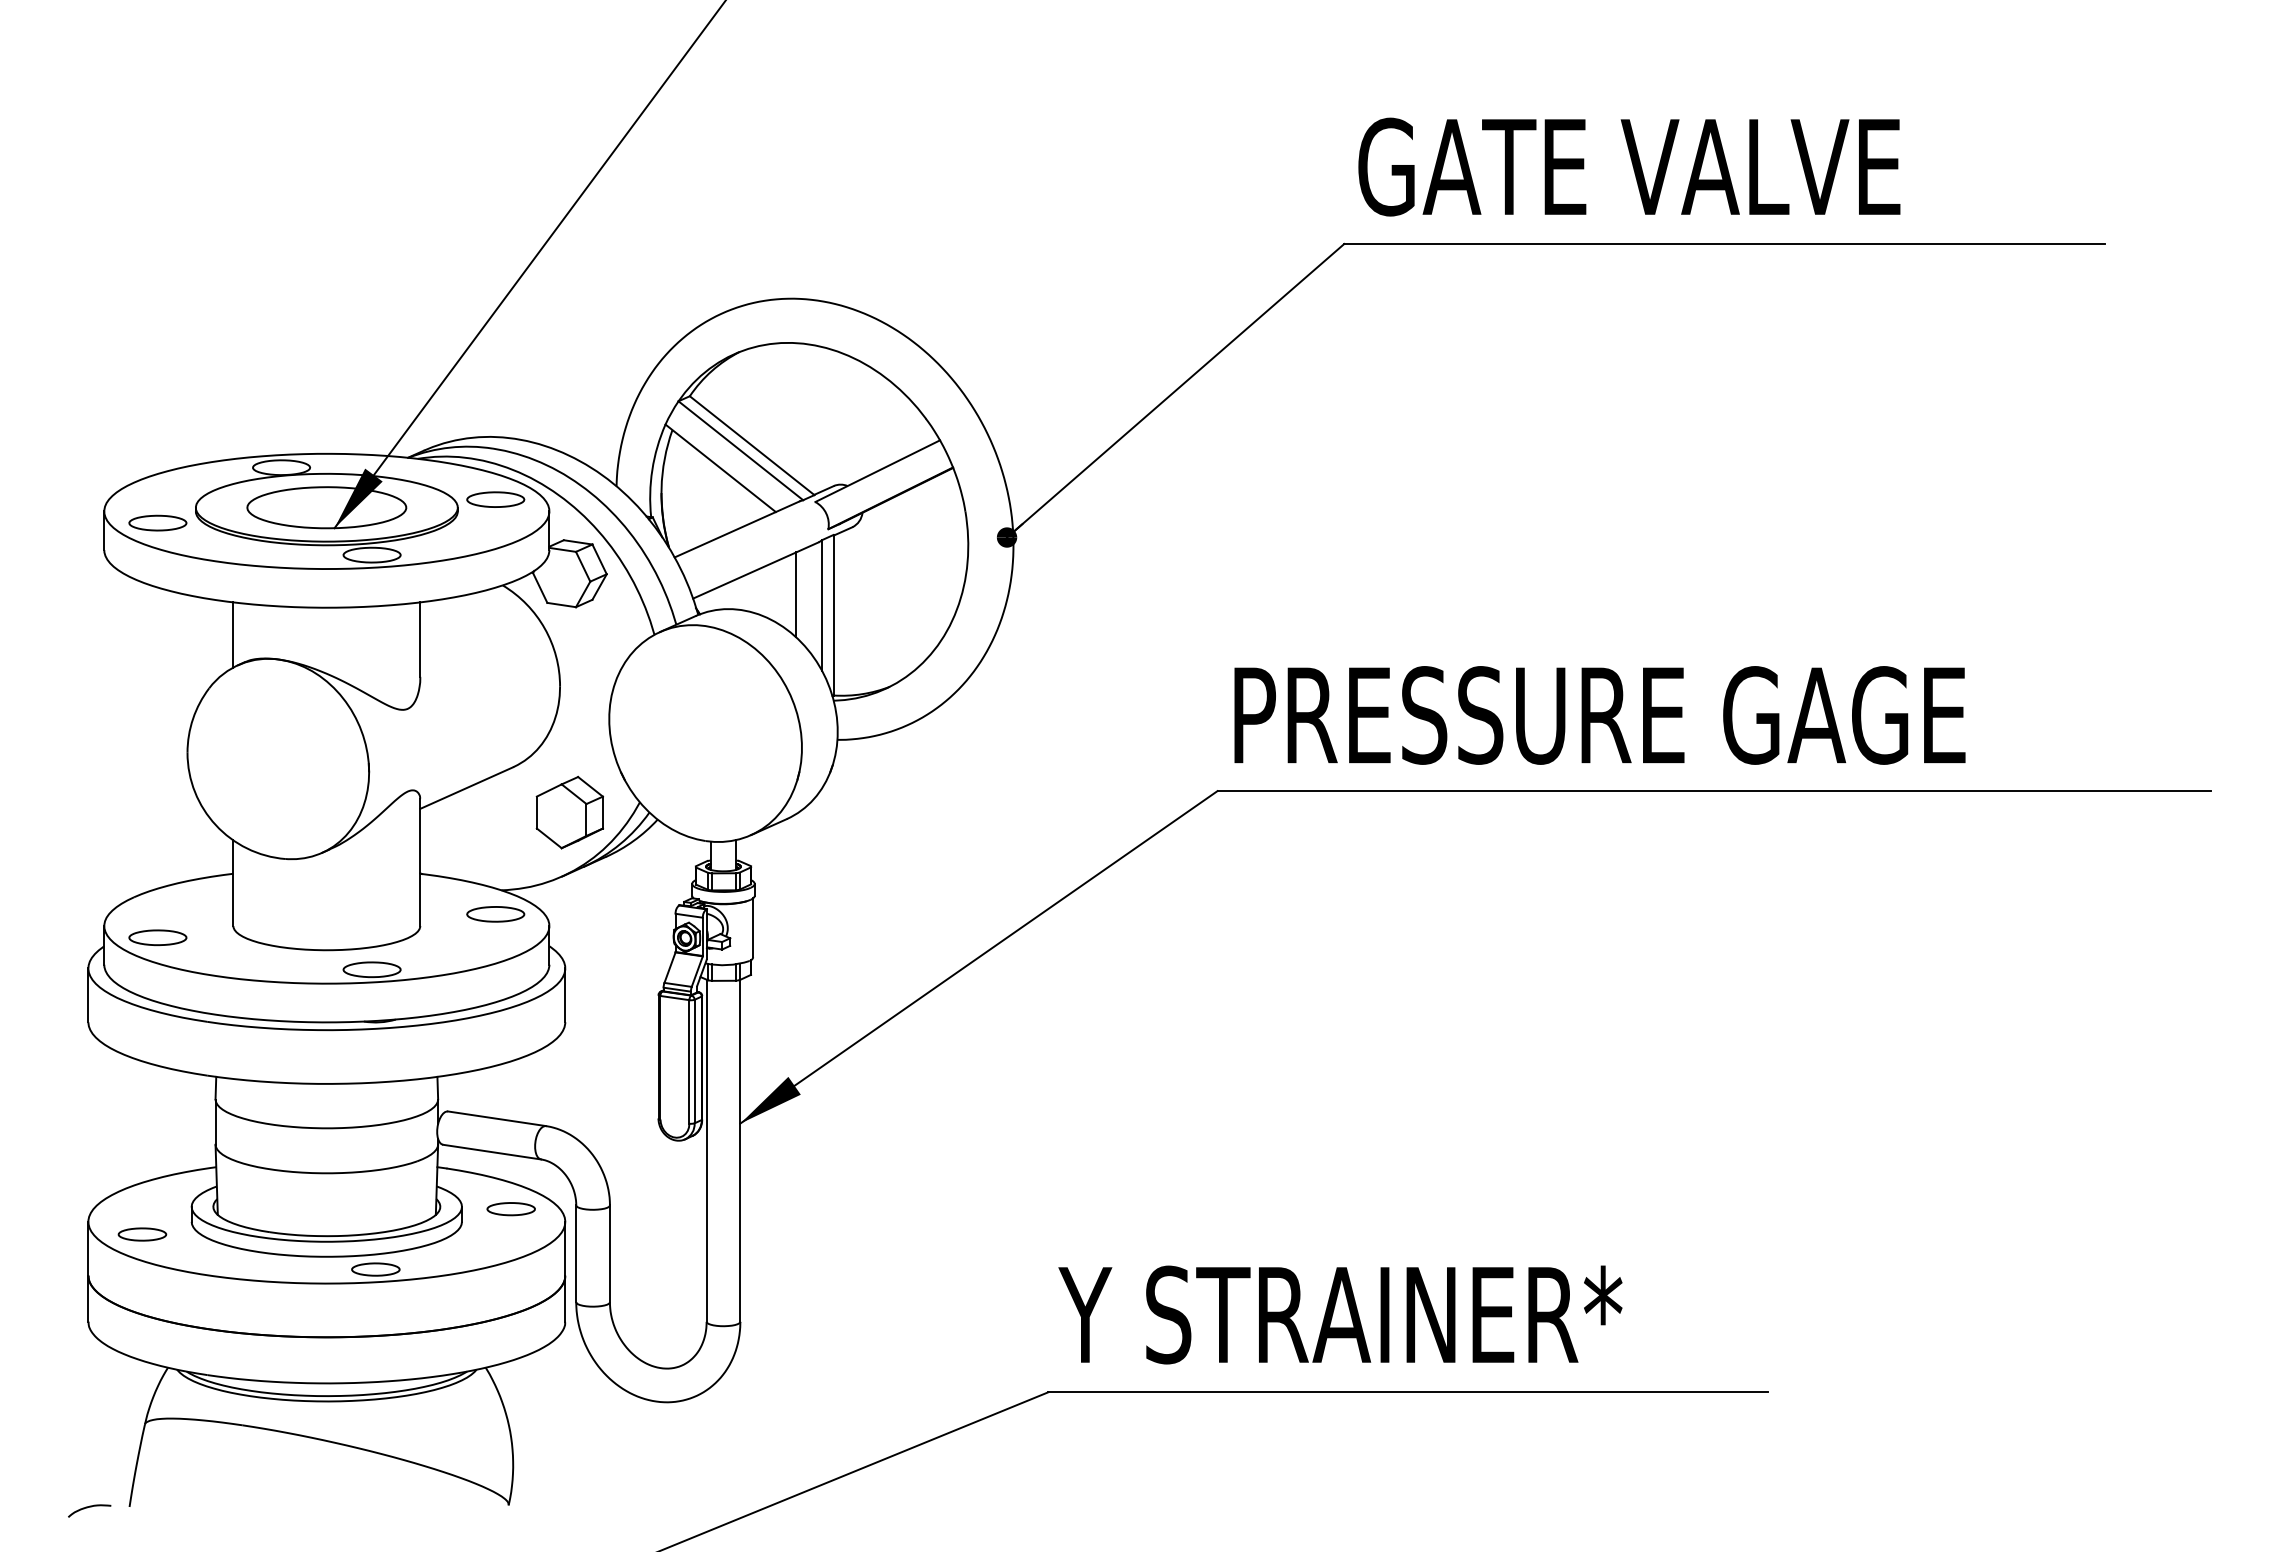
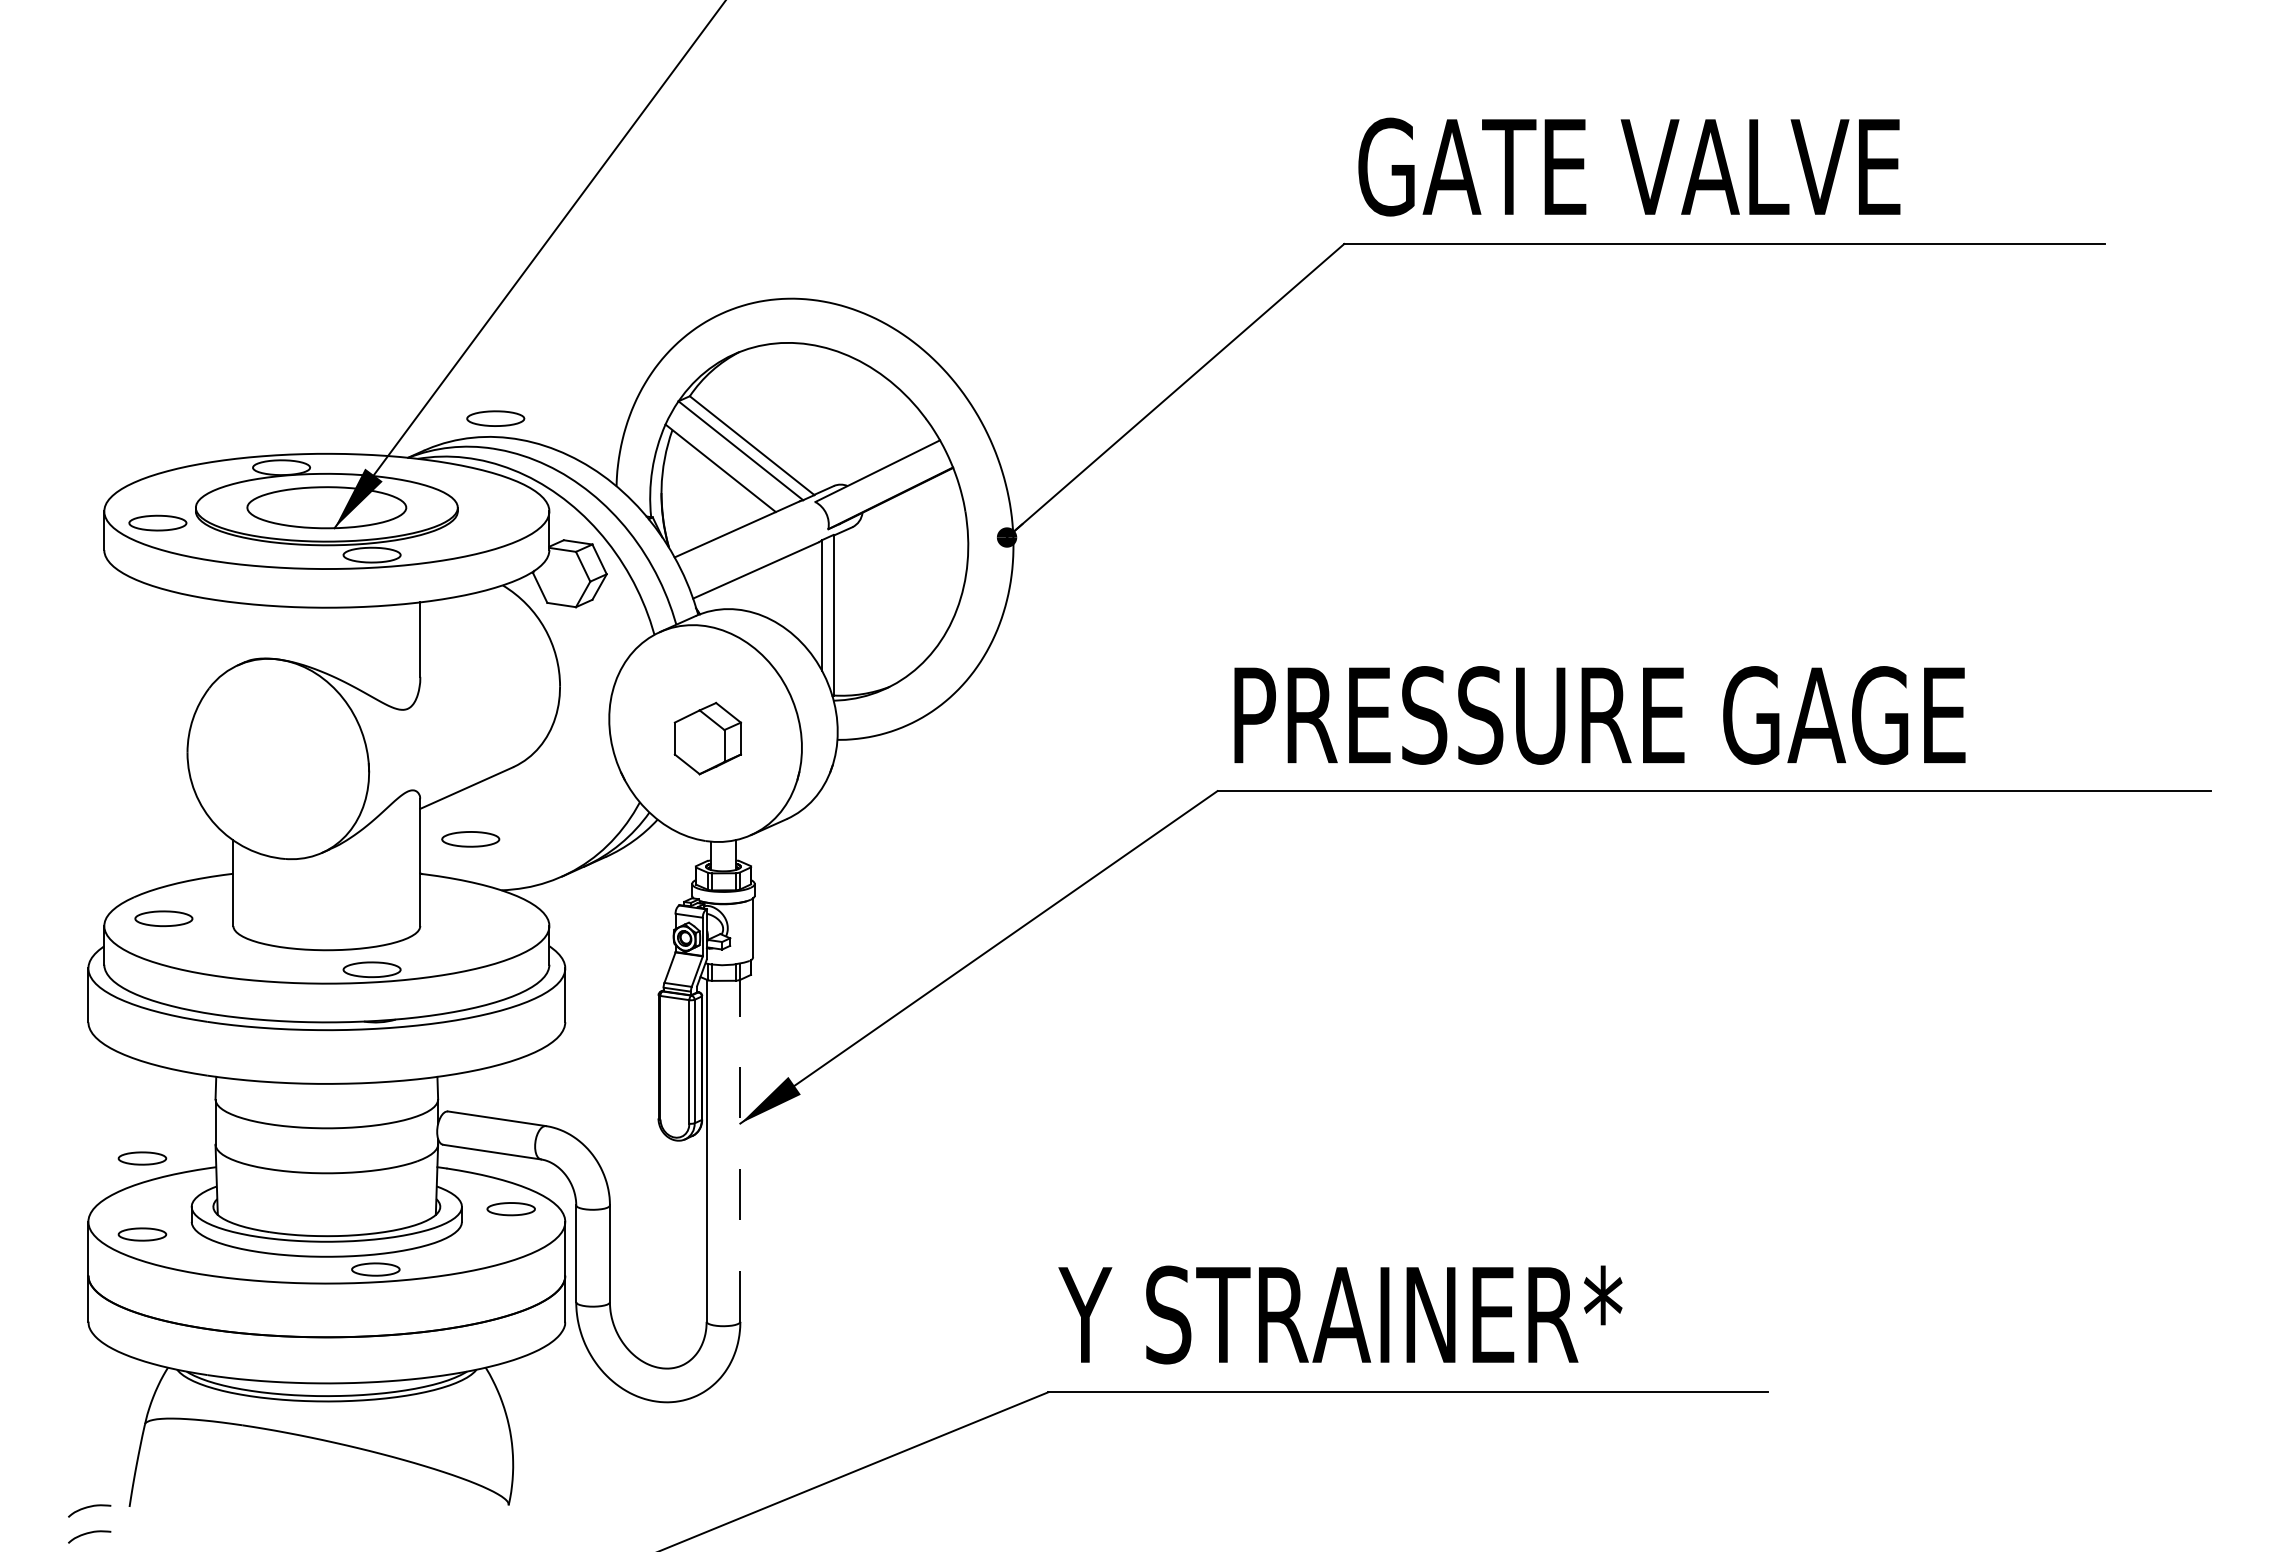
part at (495, 499) position: (495, 499) -> (495, 418)
line at (796, 594): present -> none
line at (233, 634): present -> none
part at (569, 812) position: (569, 812) -> (707, 738)
part at (495, 914) position: (495, 914) -> (470, 839)
part at (157, 937) position: (157, 937) -> (163, 918)
line at (740, 1150): solid -> dashed
part at (142, 1158): none -> present
curve at (87, 1534): none -> present
